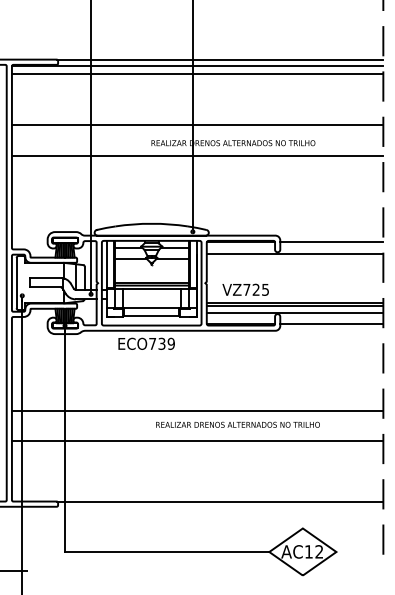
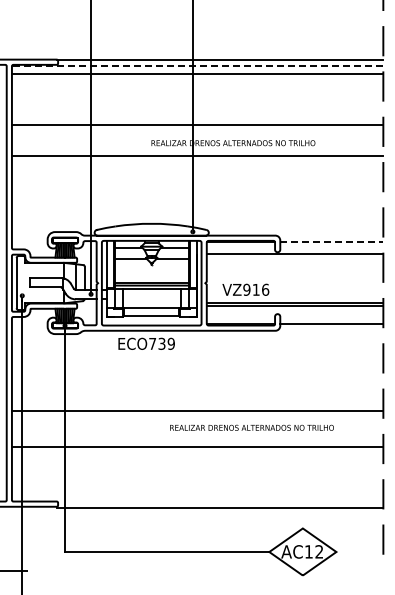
line at (197, 65): solid -> dashed
line at (331, 242): solid -> dashed
text at (256, 289): VZ725 -> VZ916
line at (294, 312): present -> none
text at (237, 424) position: (237, 424) -> (251, 427)
line at (197, 441) position: (197, 441) -> (197, 447)
line at (219, 501) position: (219, 501) -> (219, 507)
